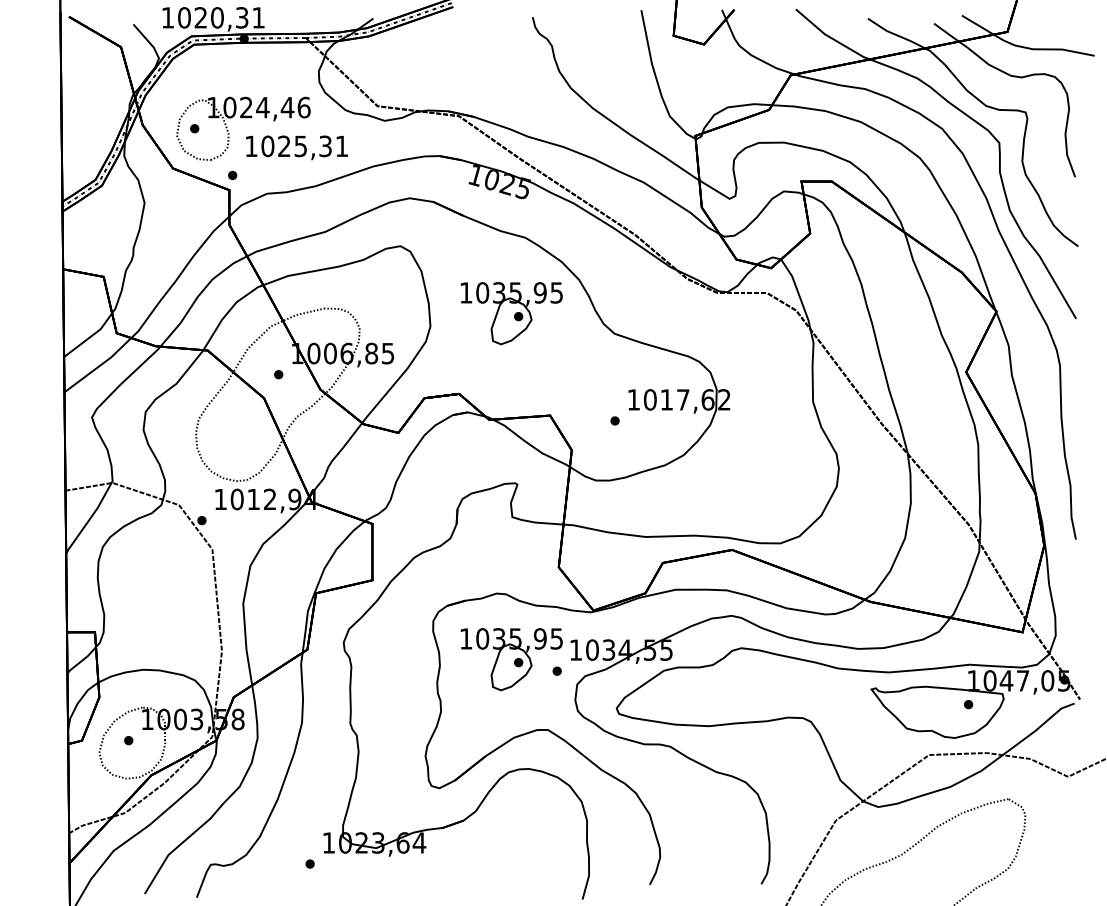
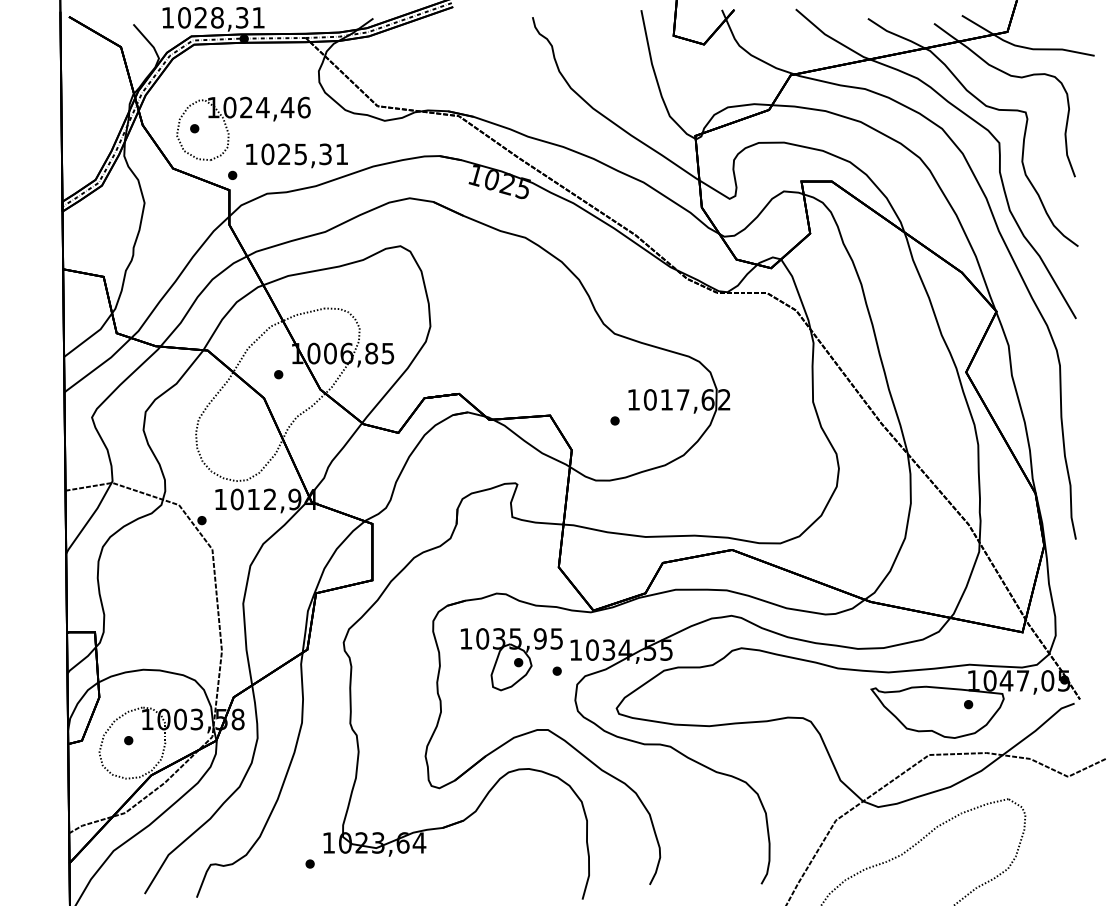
text at (217, 17): 1020,31 -> 1028,31
text at (296, 147) position: (296, 147) -> (296, 155)
part at (511, 313): present -> none
